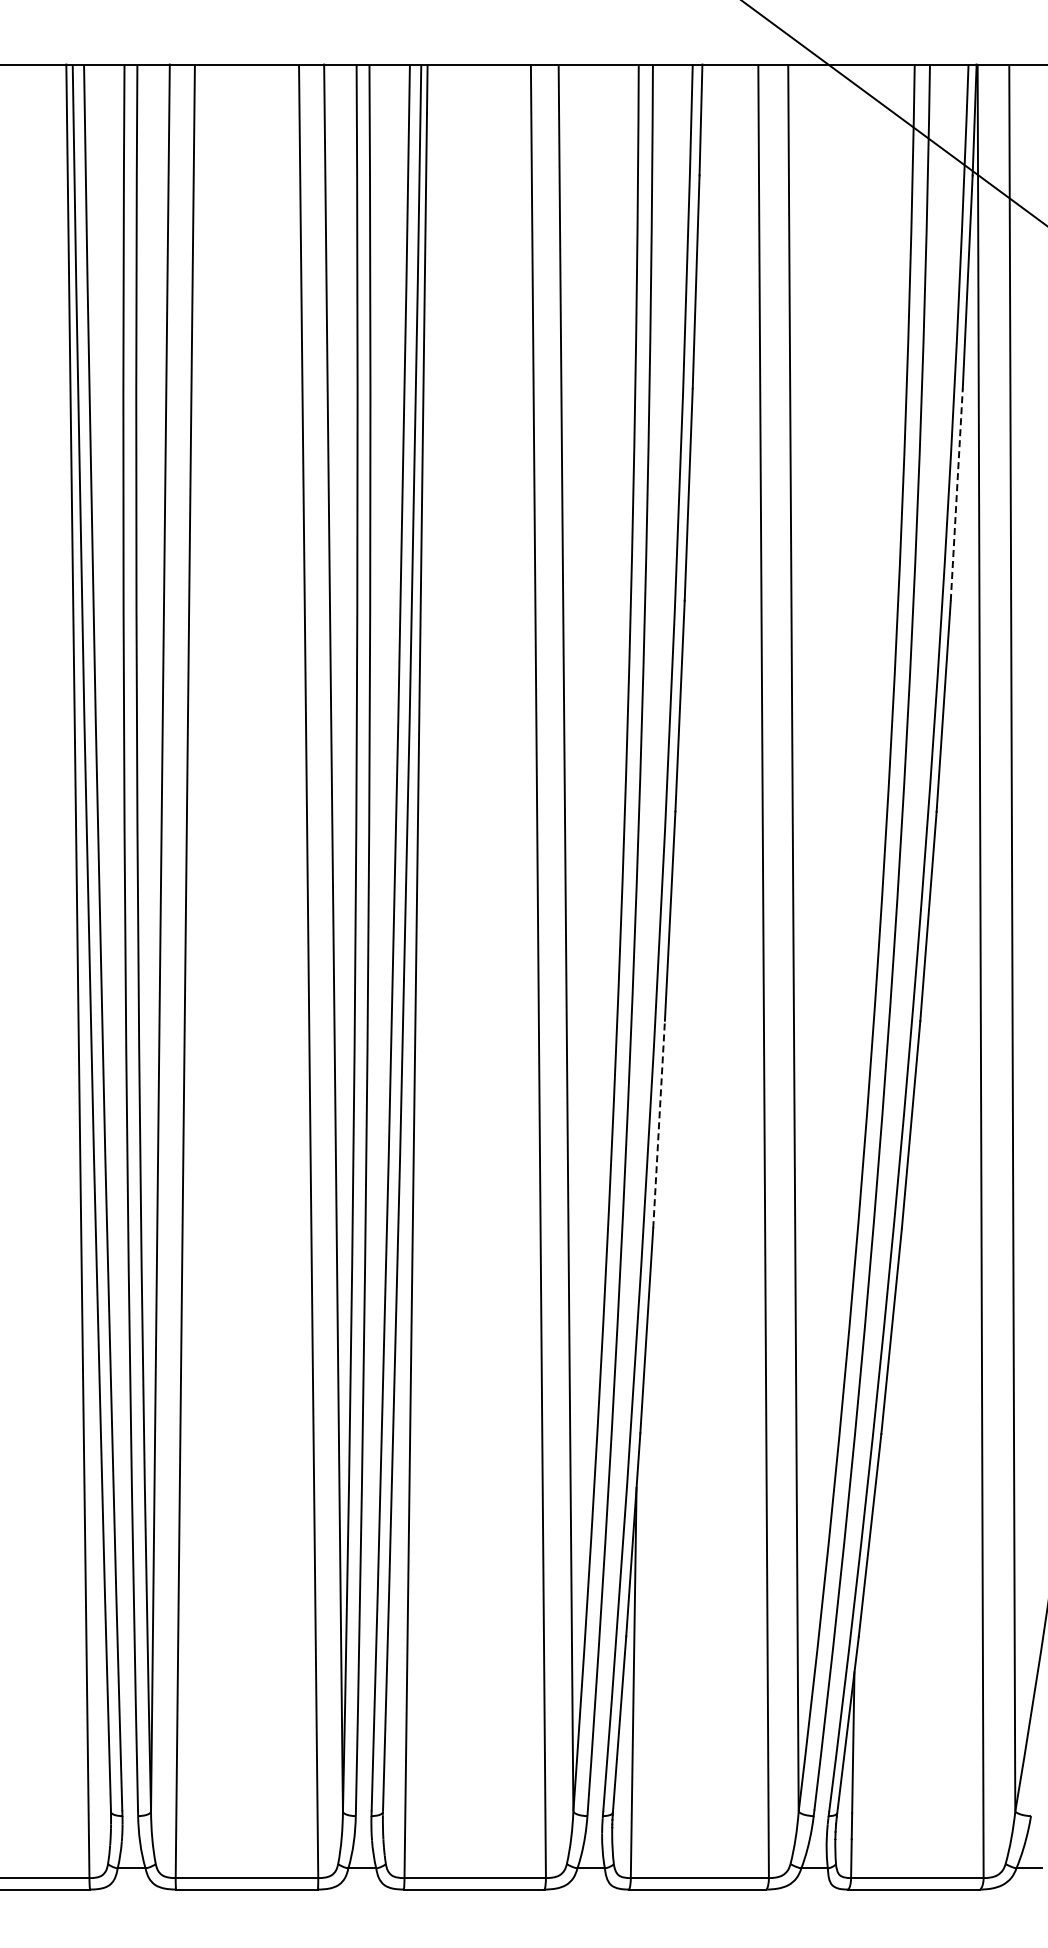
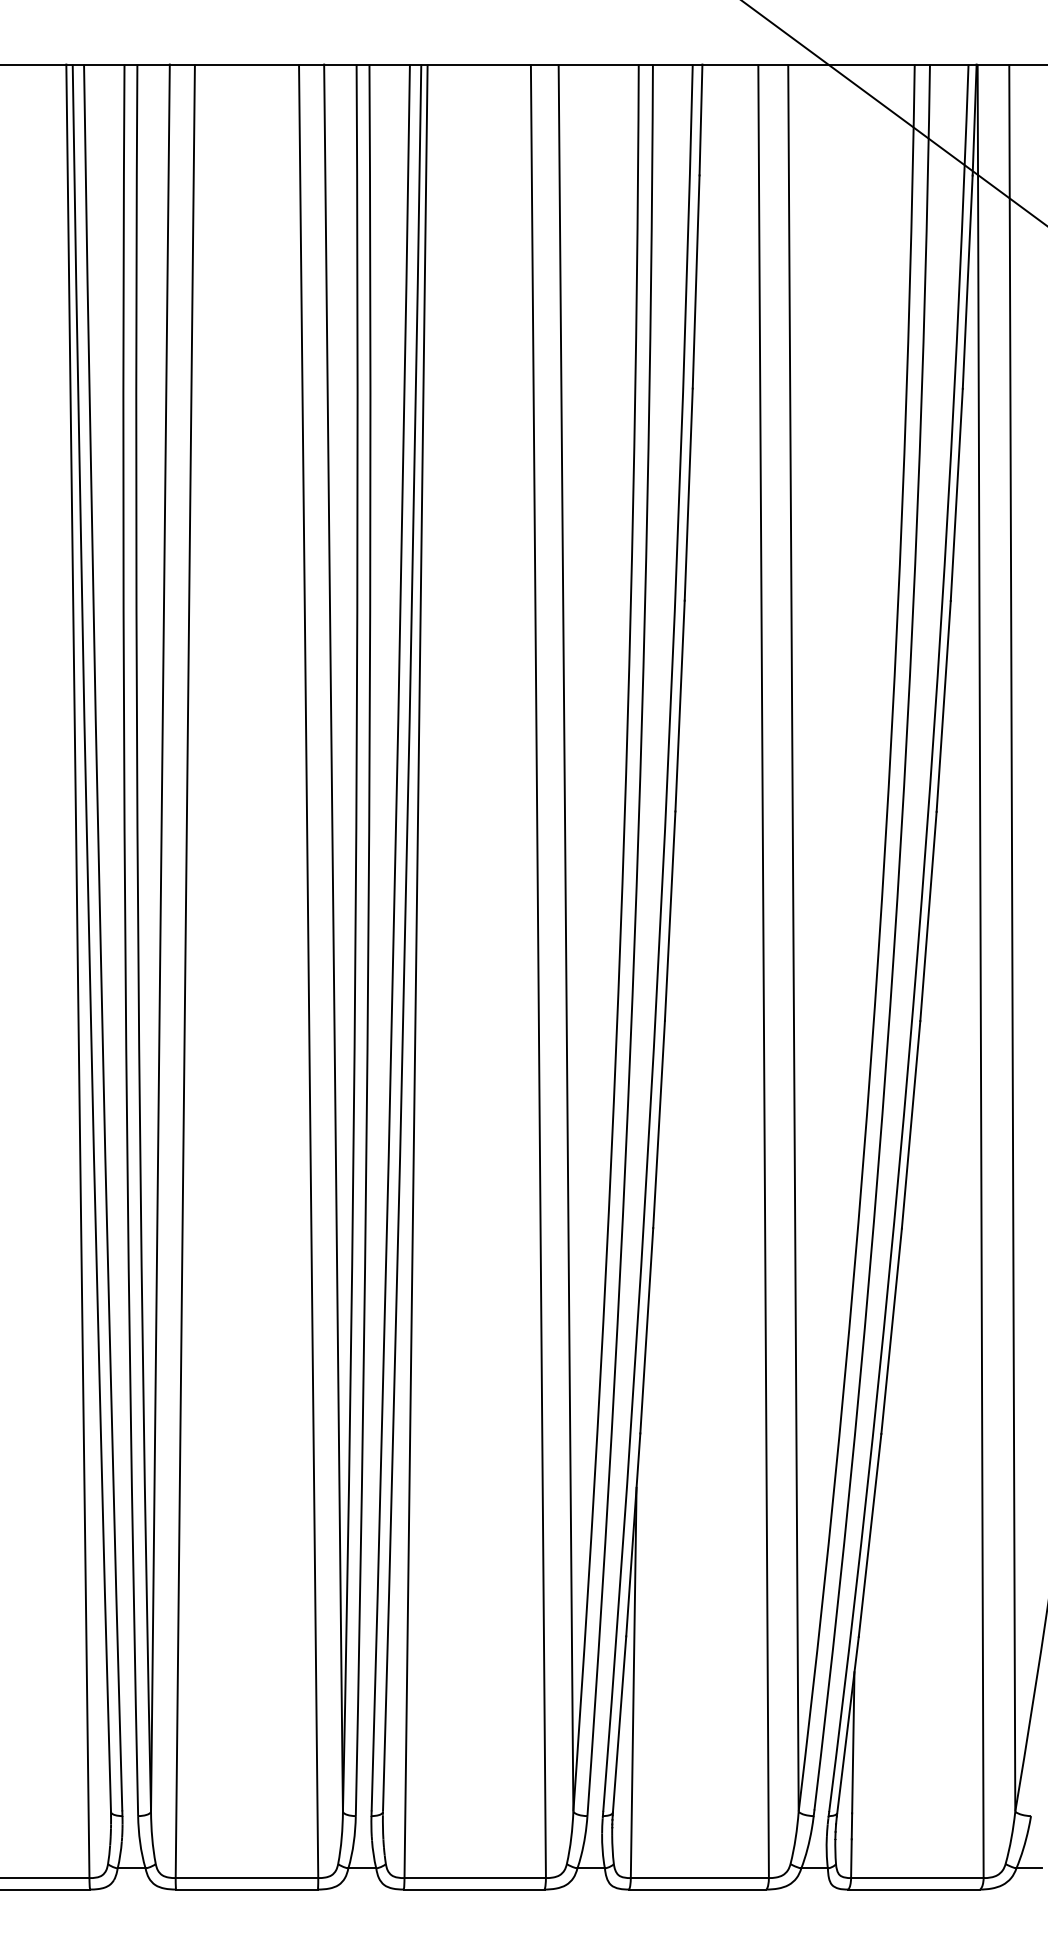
line at (956, 494): dashed -> solid
line at (659, 1124): dashed -> solid
